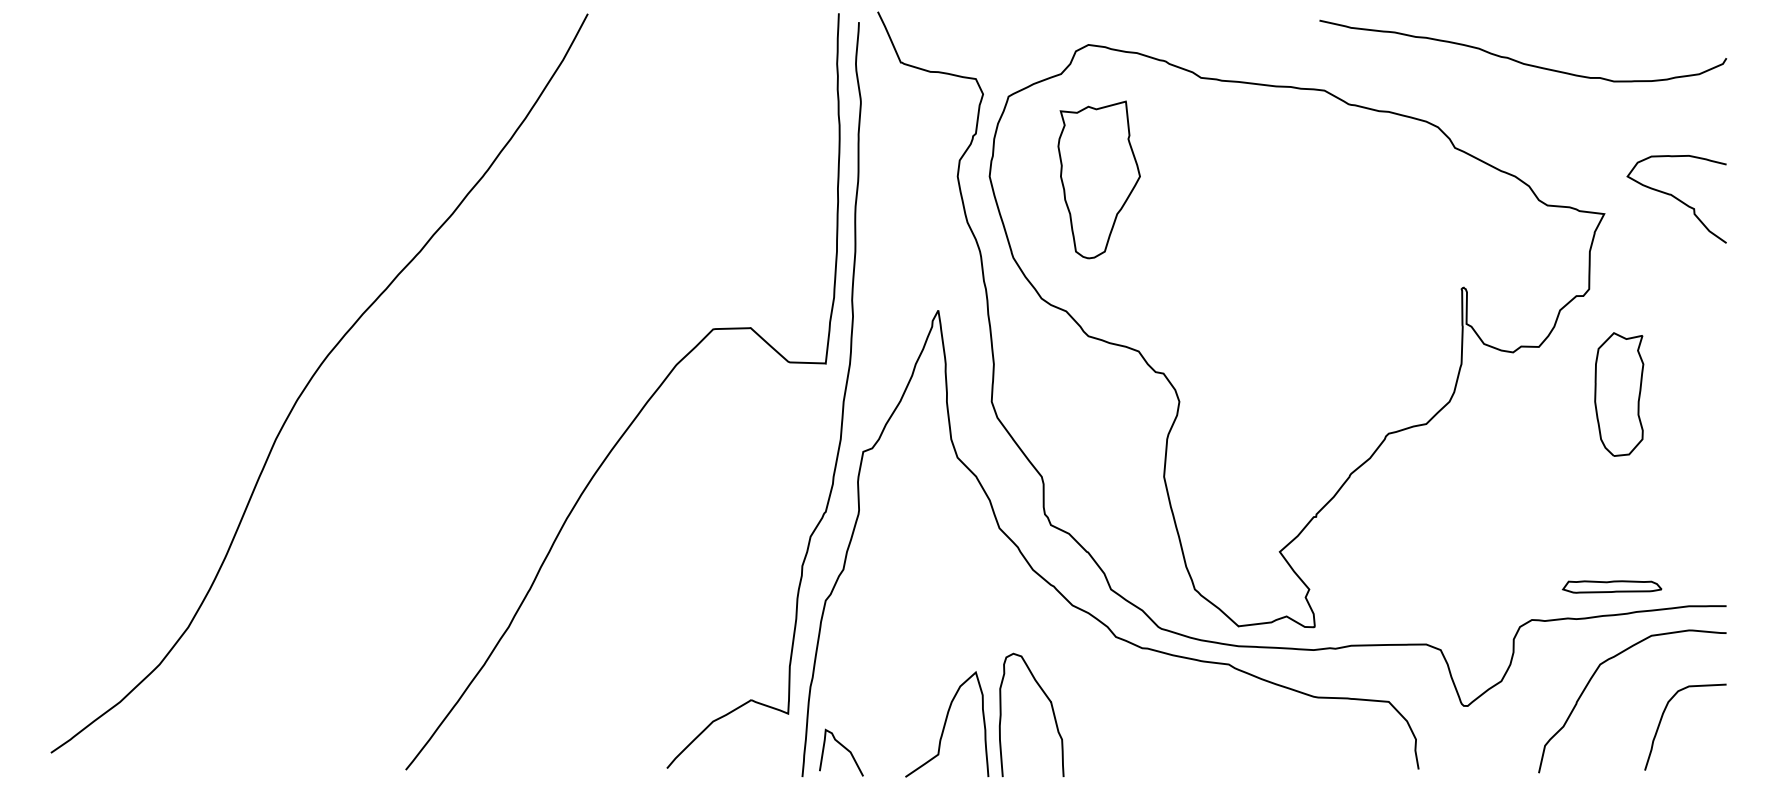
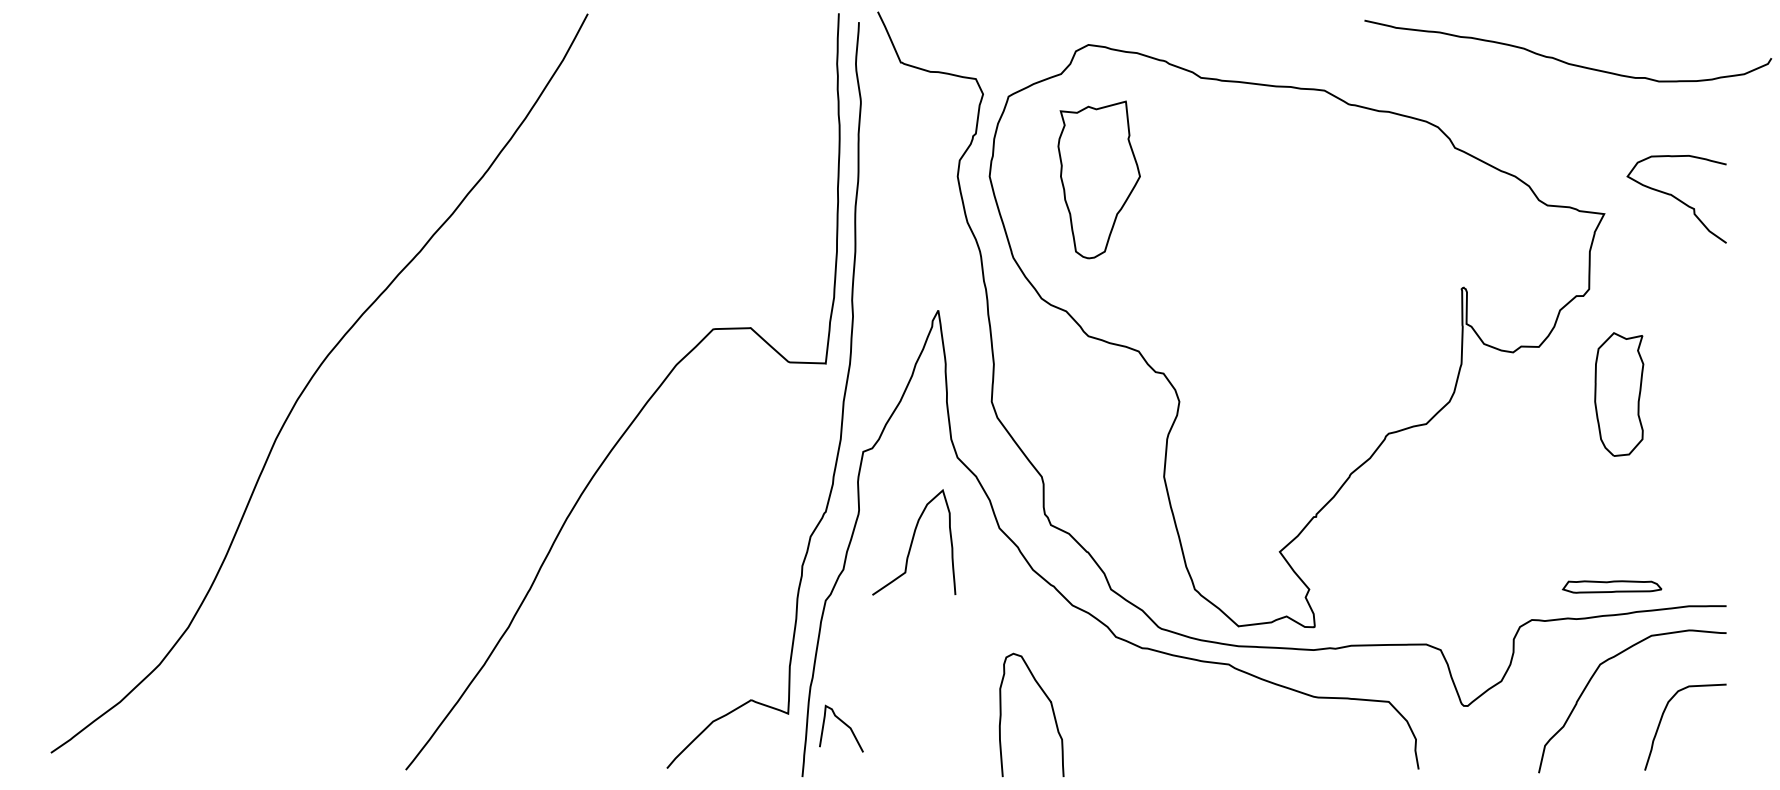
curve at (1520, 61) position: (1520, 61) -> (1565, 61)
curve at (945, 724) position: (945, 724) -> (912, 542)
curve at (844, 748) position: (844, 748) -> (844, 724)
